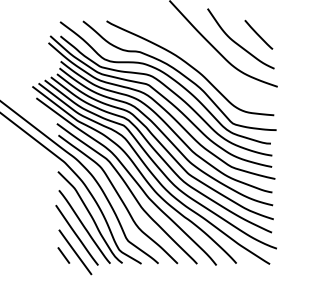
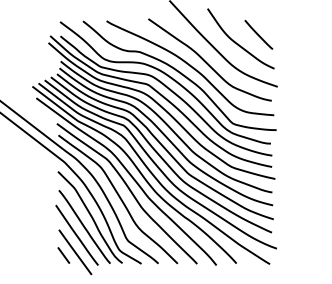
curve at (206, 61): none -> present
